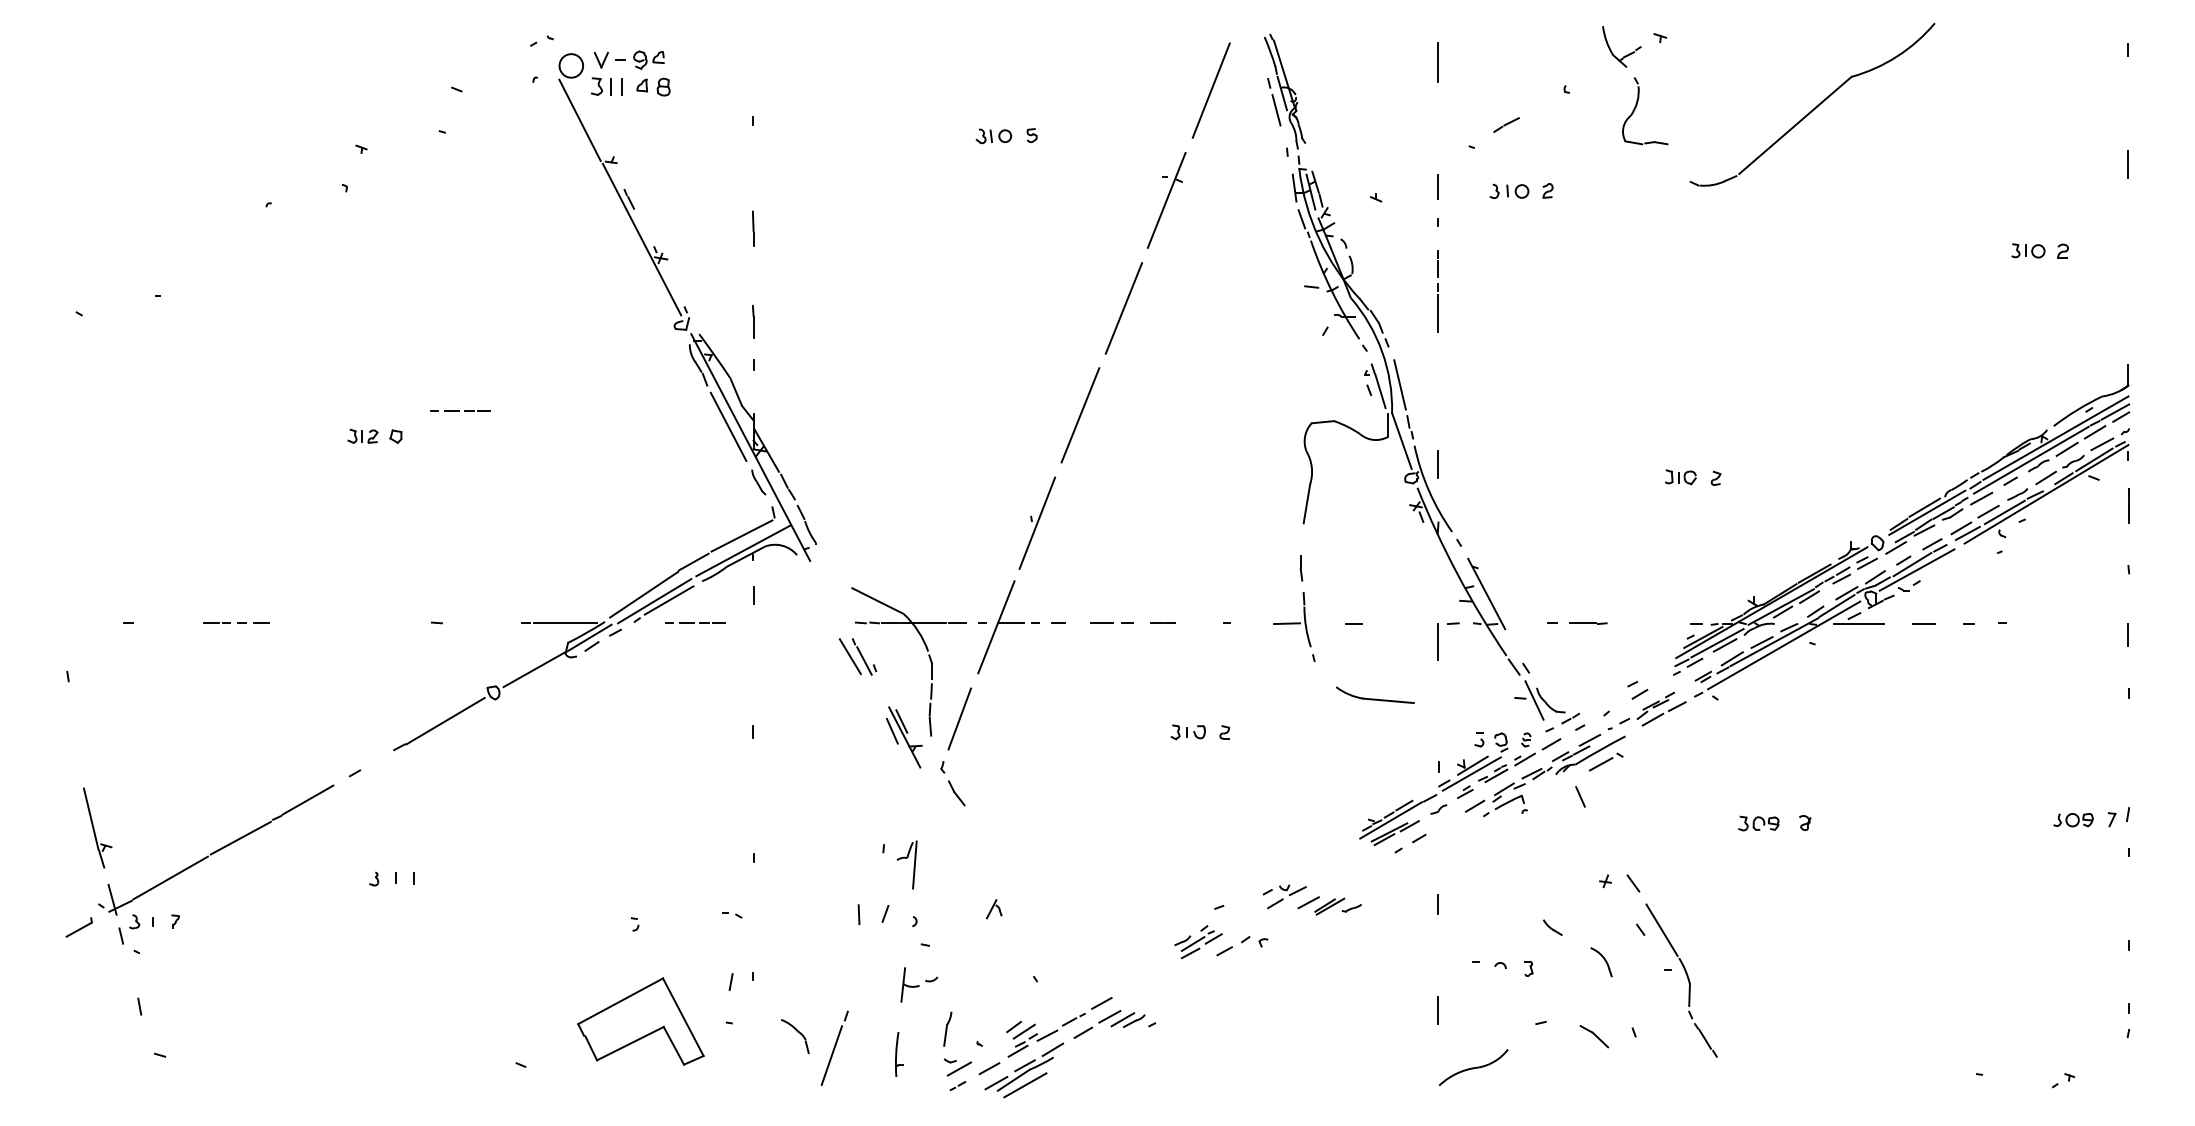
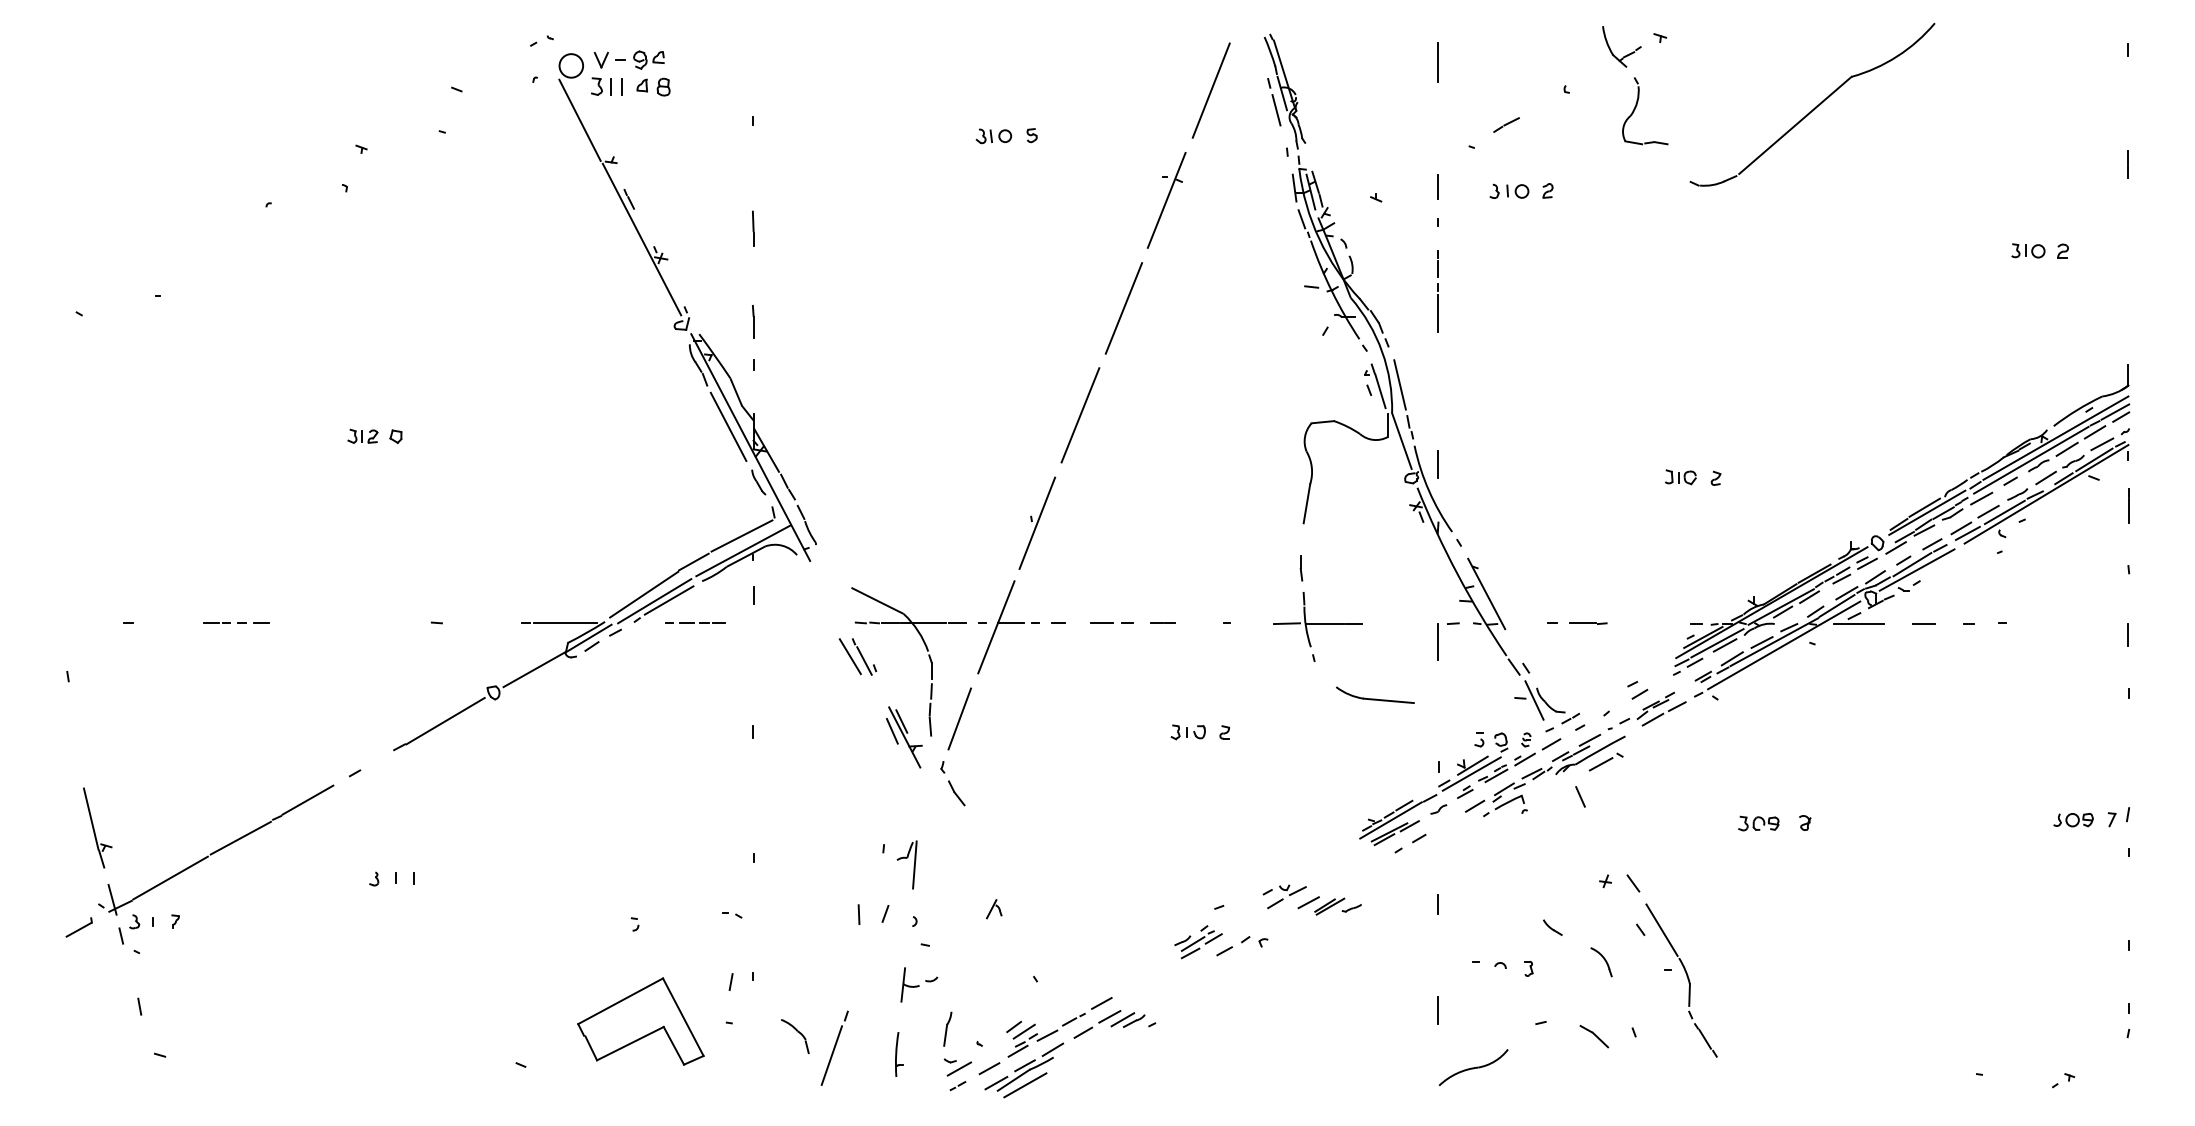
line at (459, 410): present -> none
line at (1324, 624): none -> present
